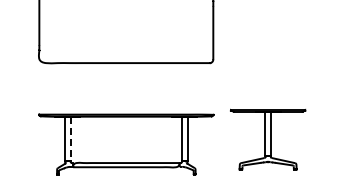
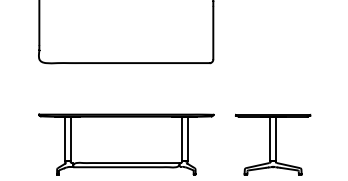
line at (70, 139): dashed -> solid
part at (268, 139) position: (268, 139) -> (273, 144)
